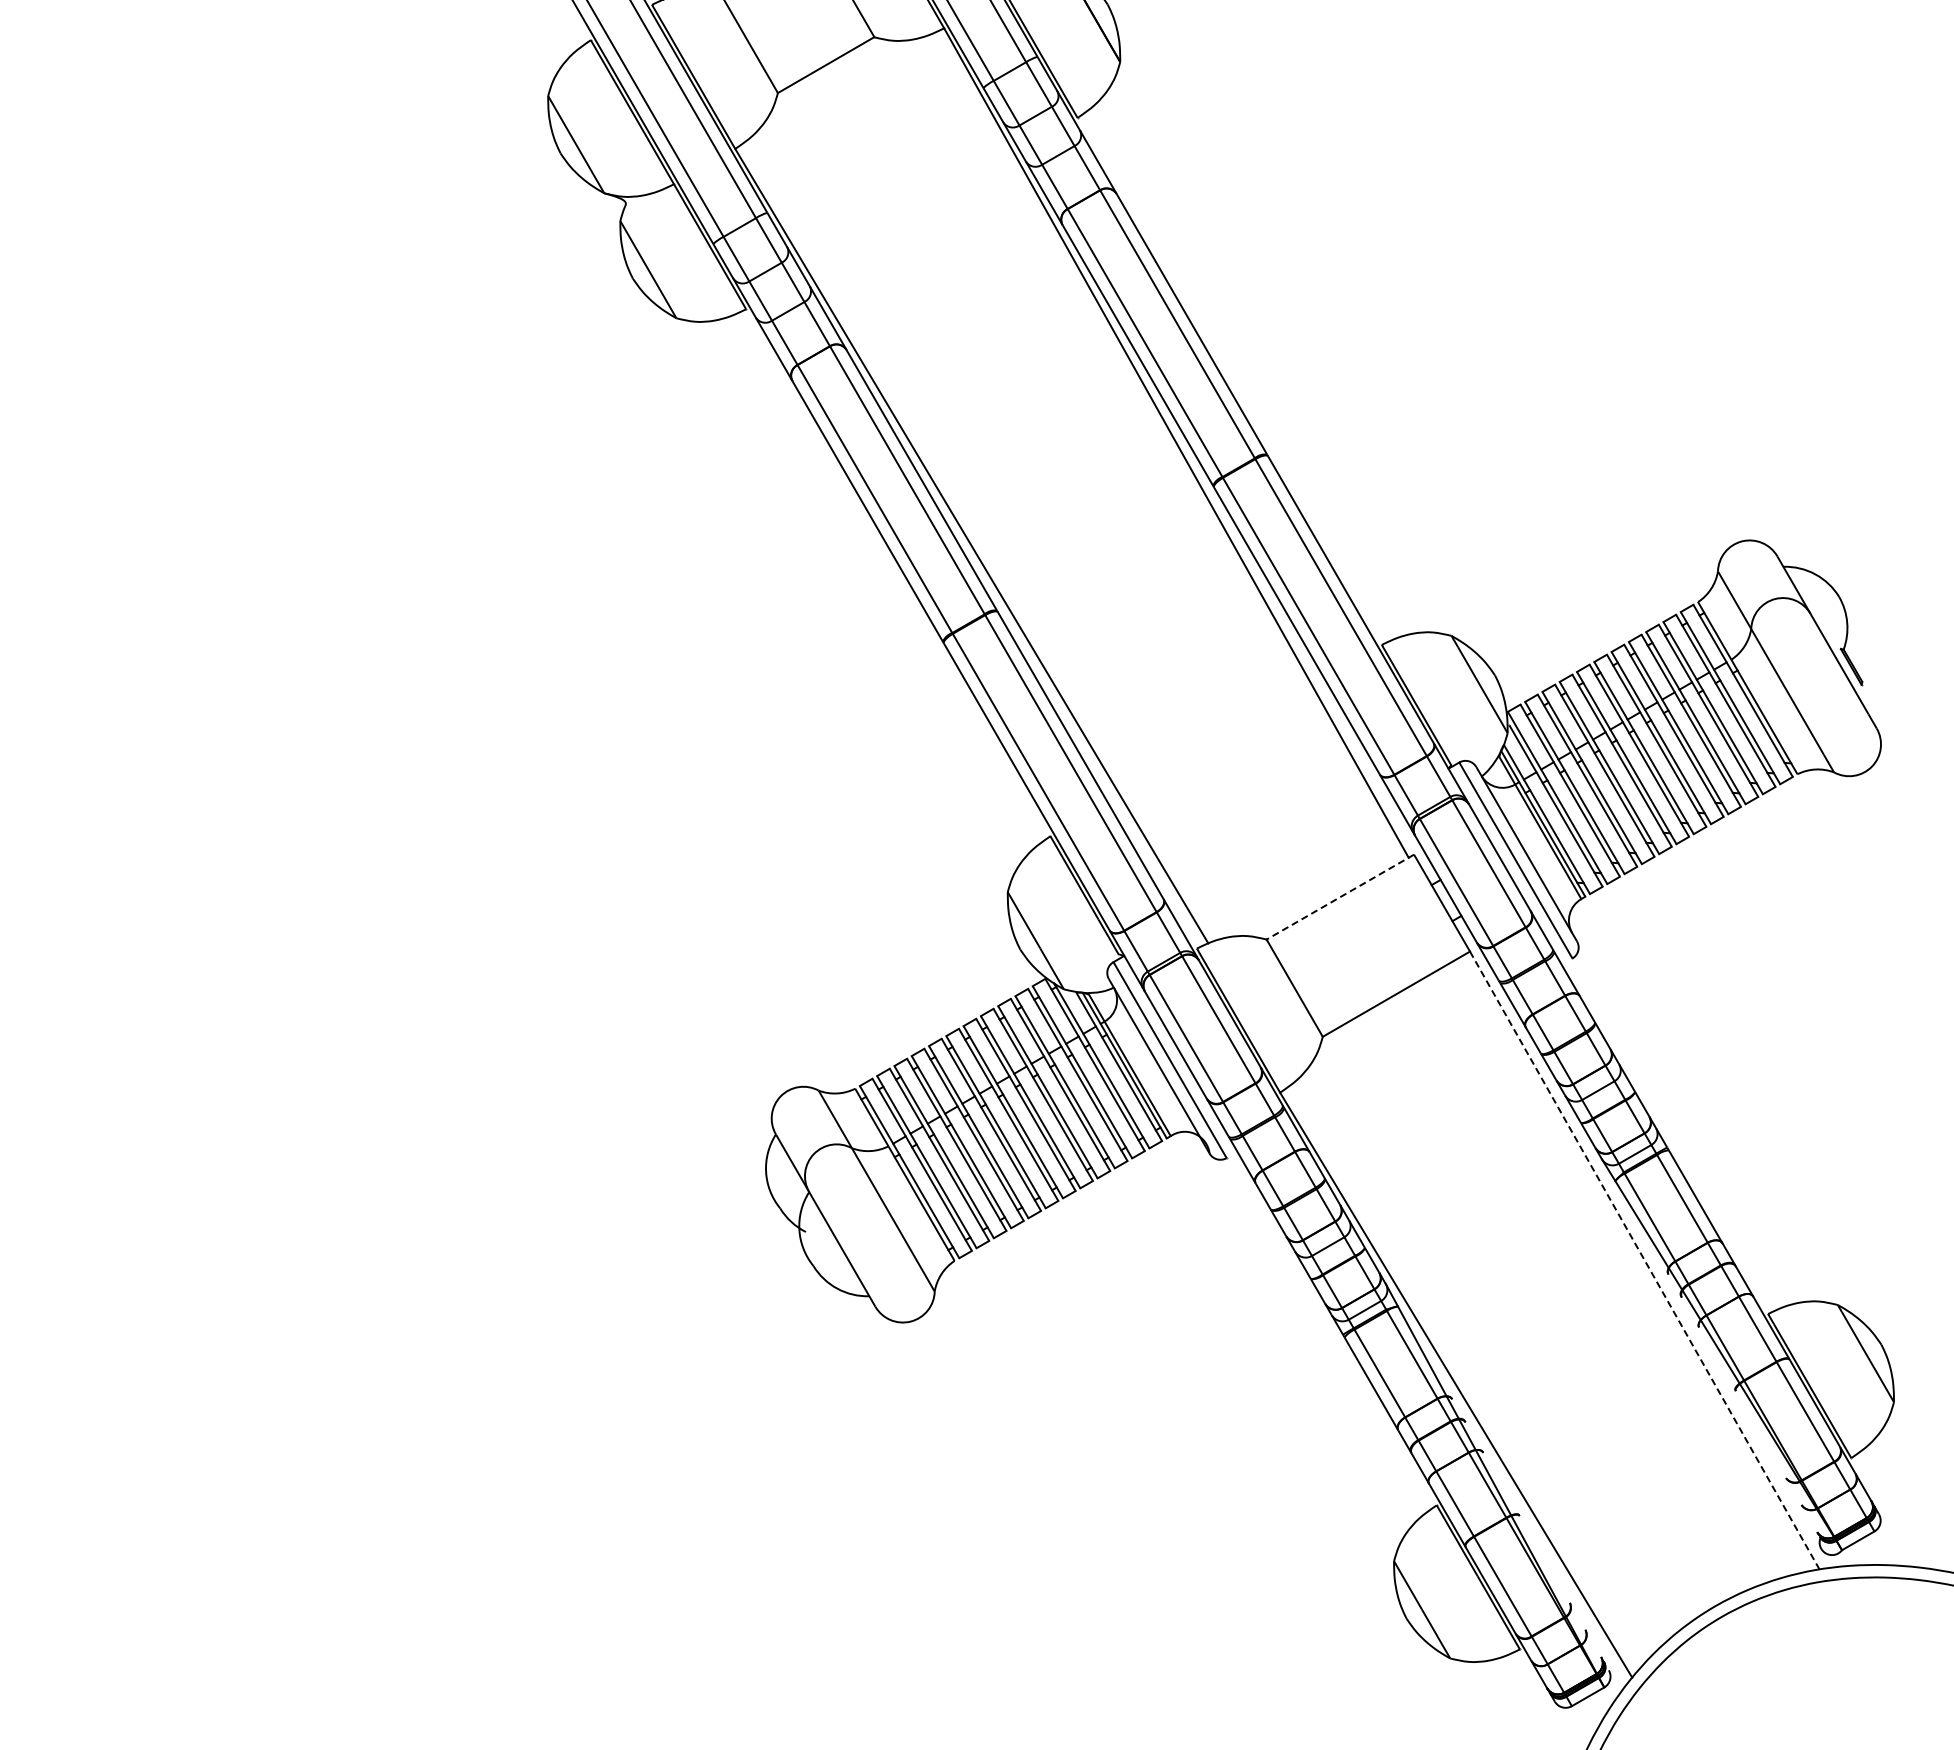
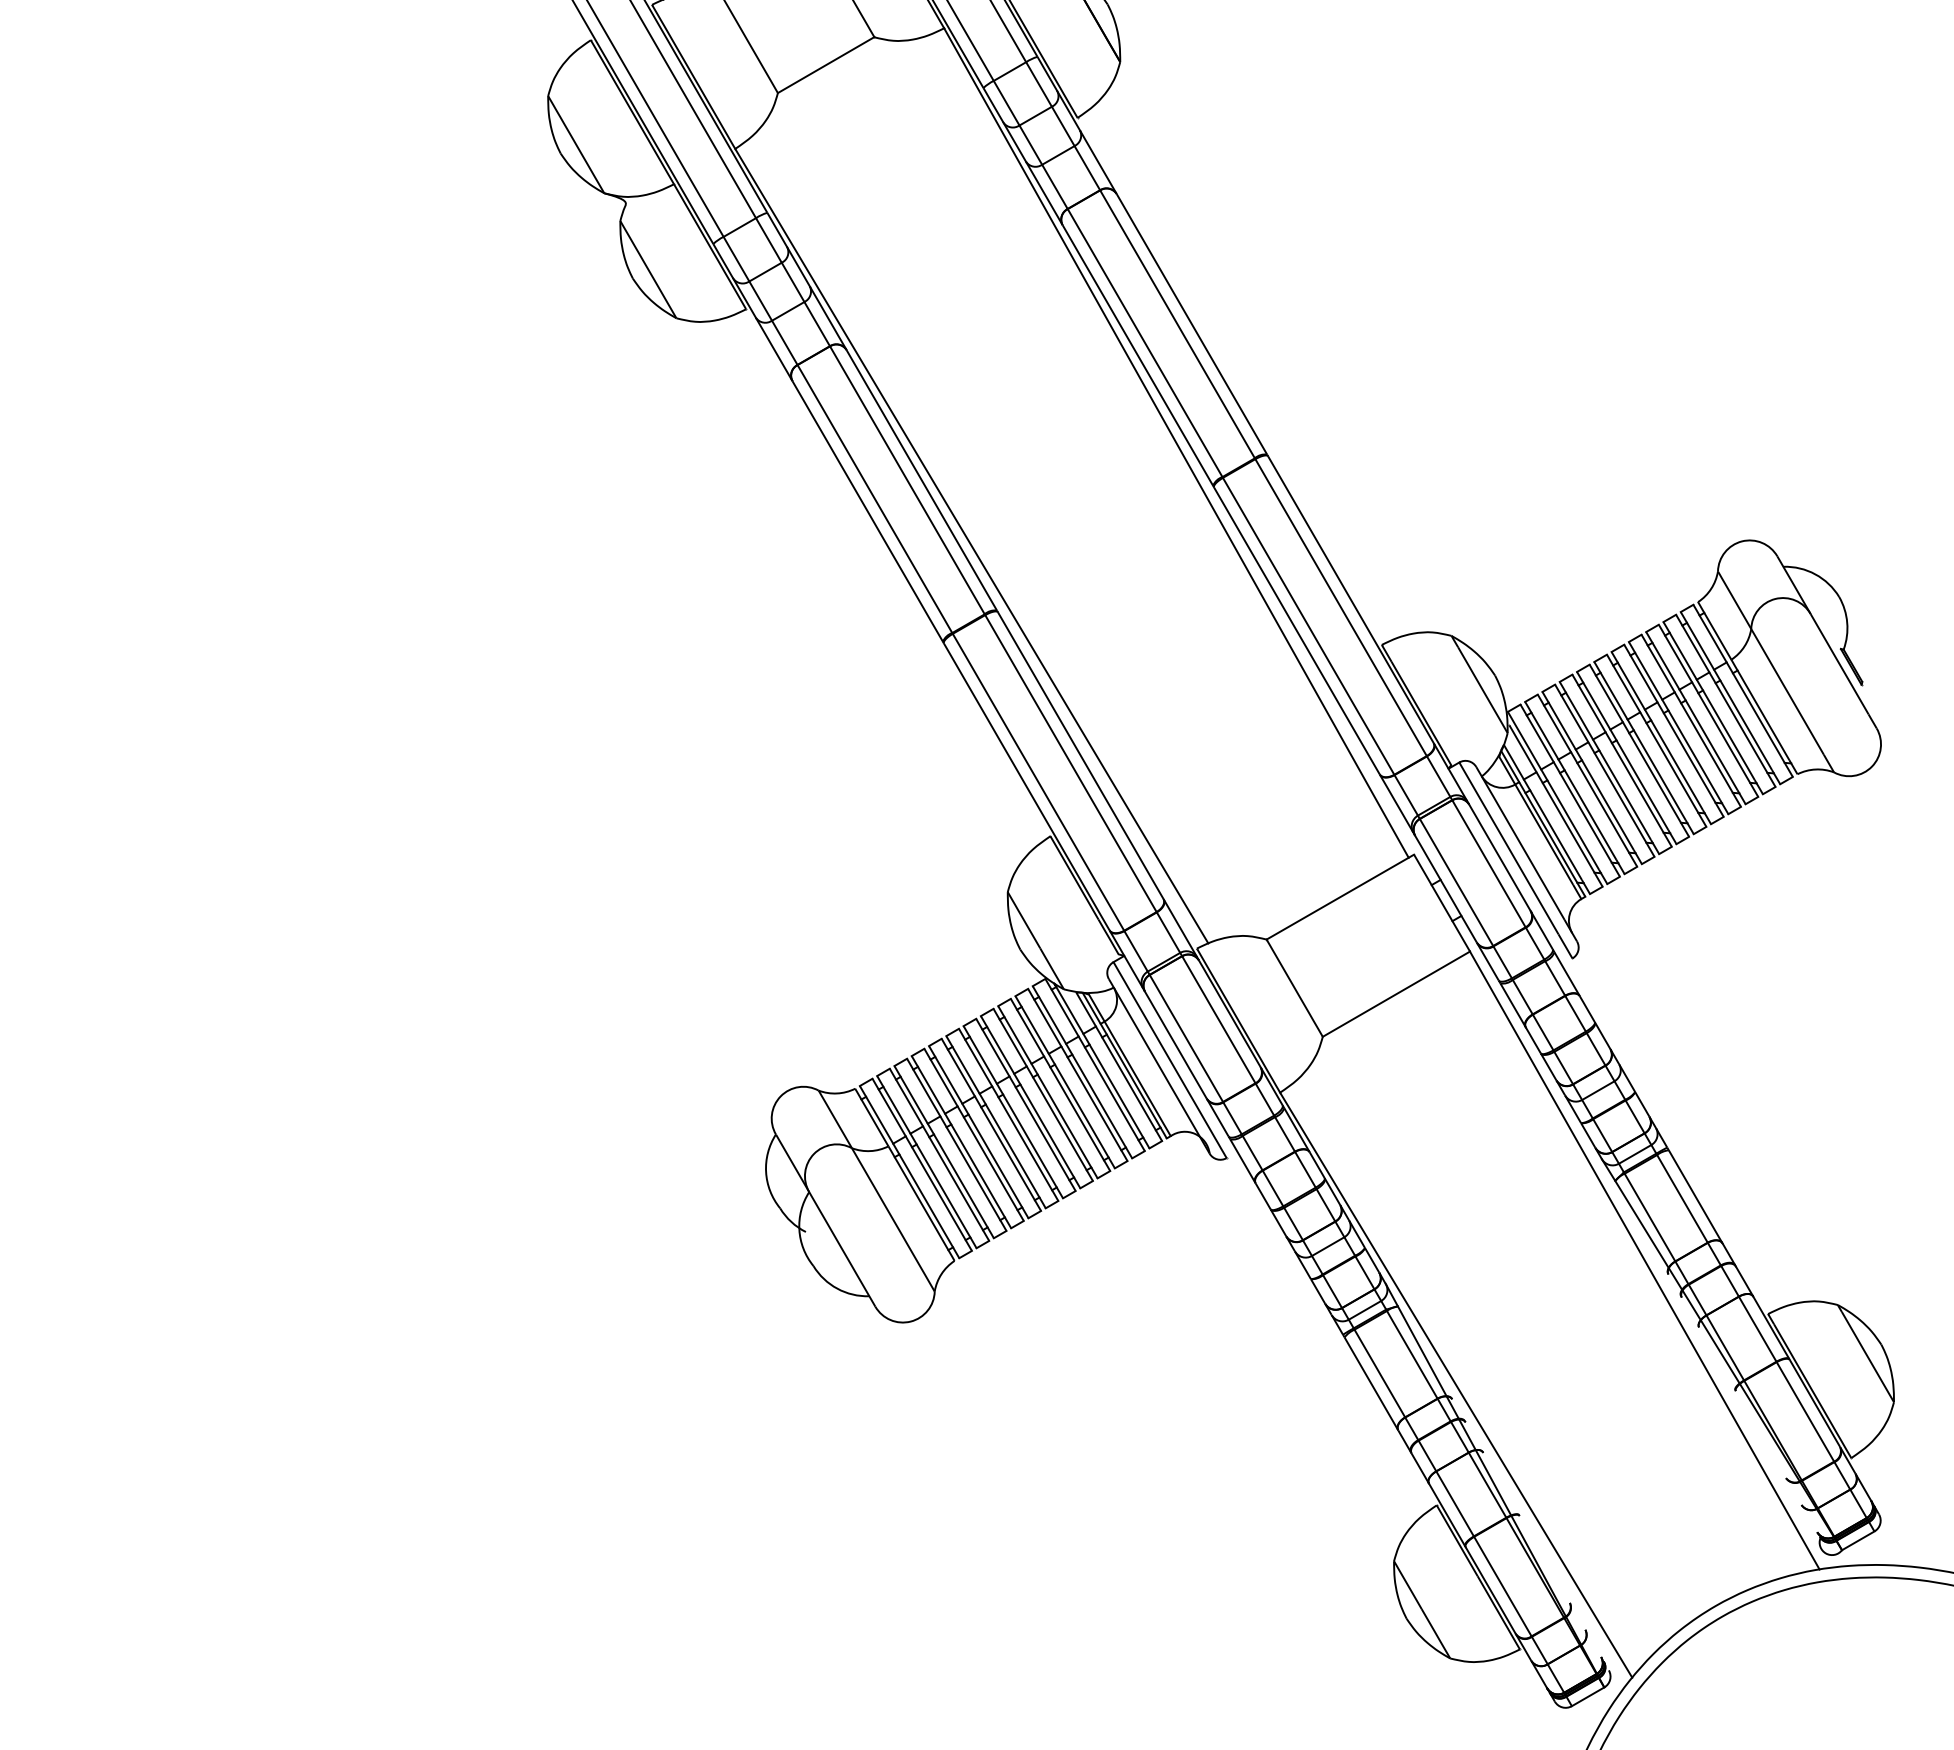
line at (1339, 897): dashed -> solid
line at (1644, 1260): dashed -> solid
